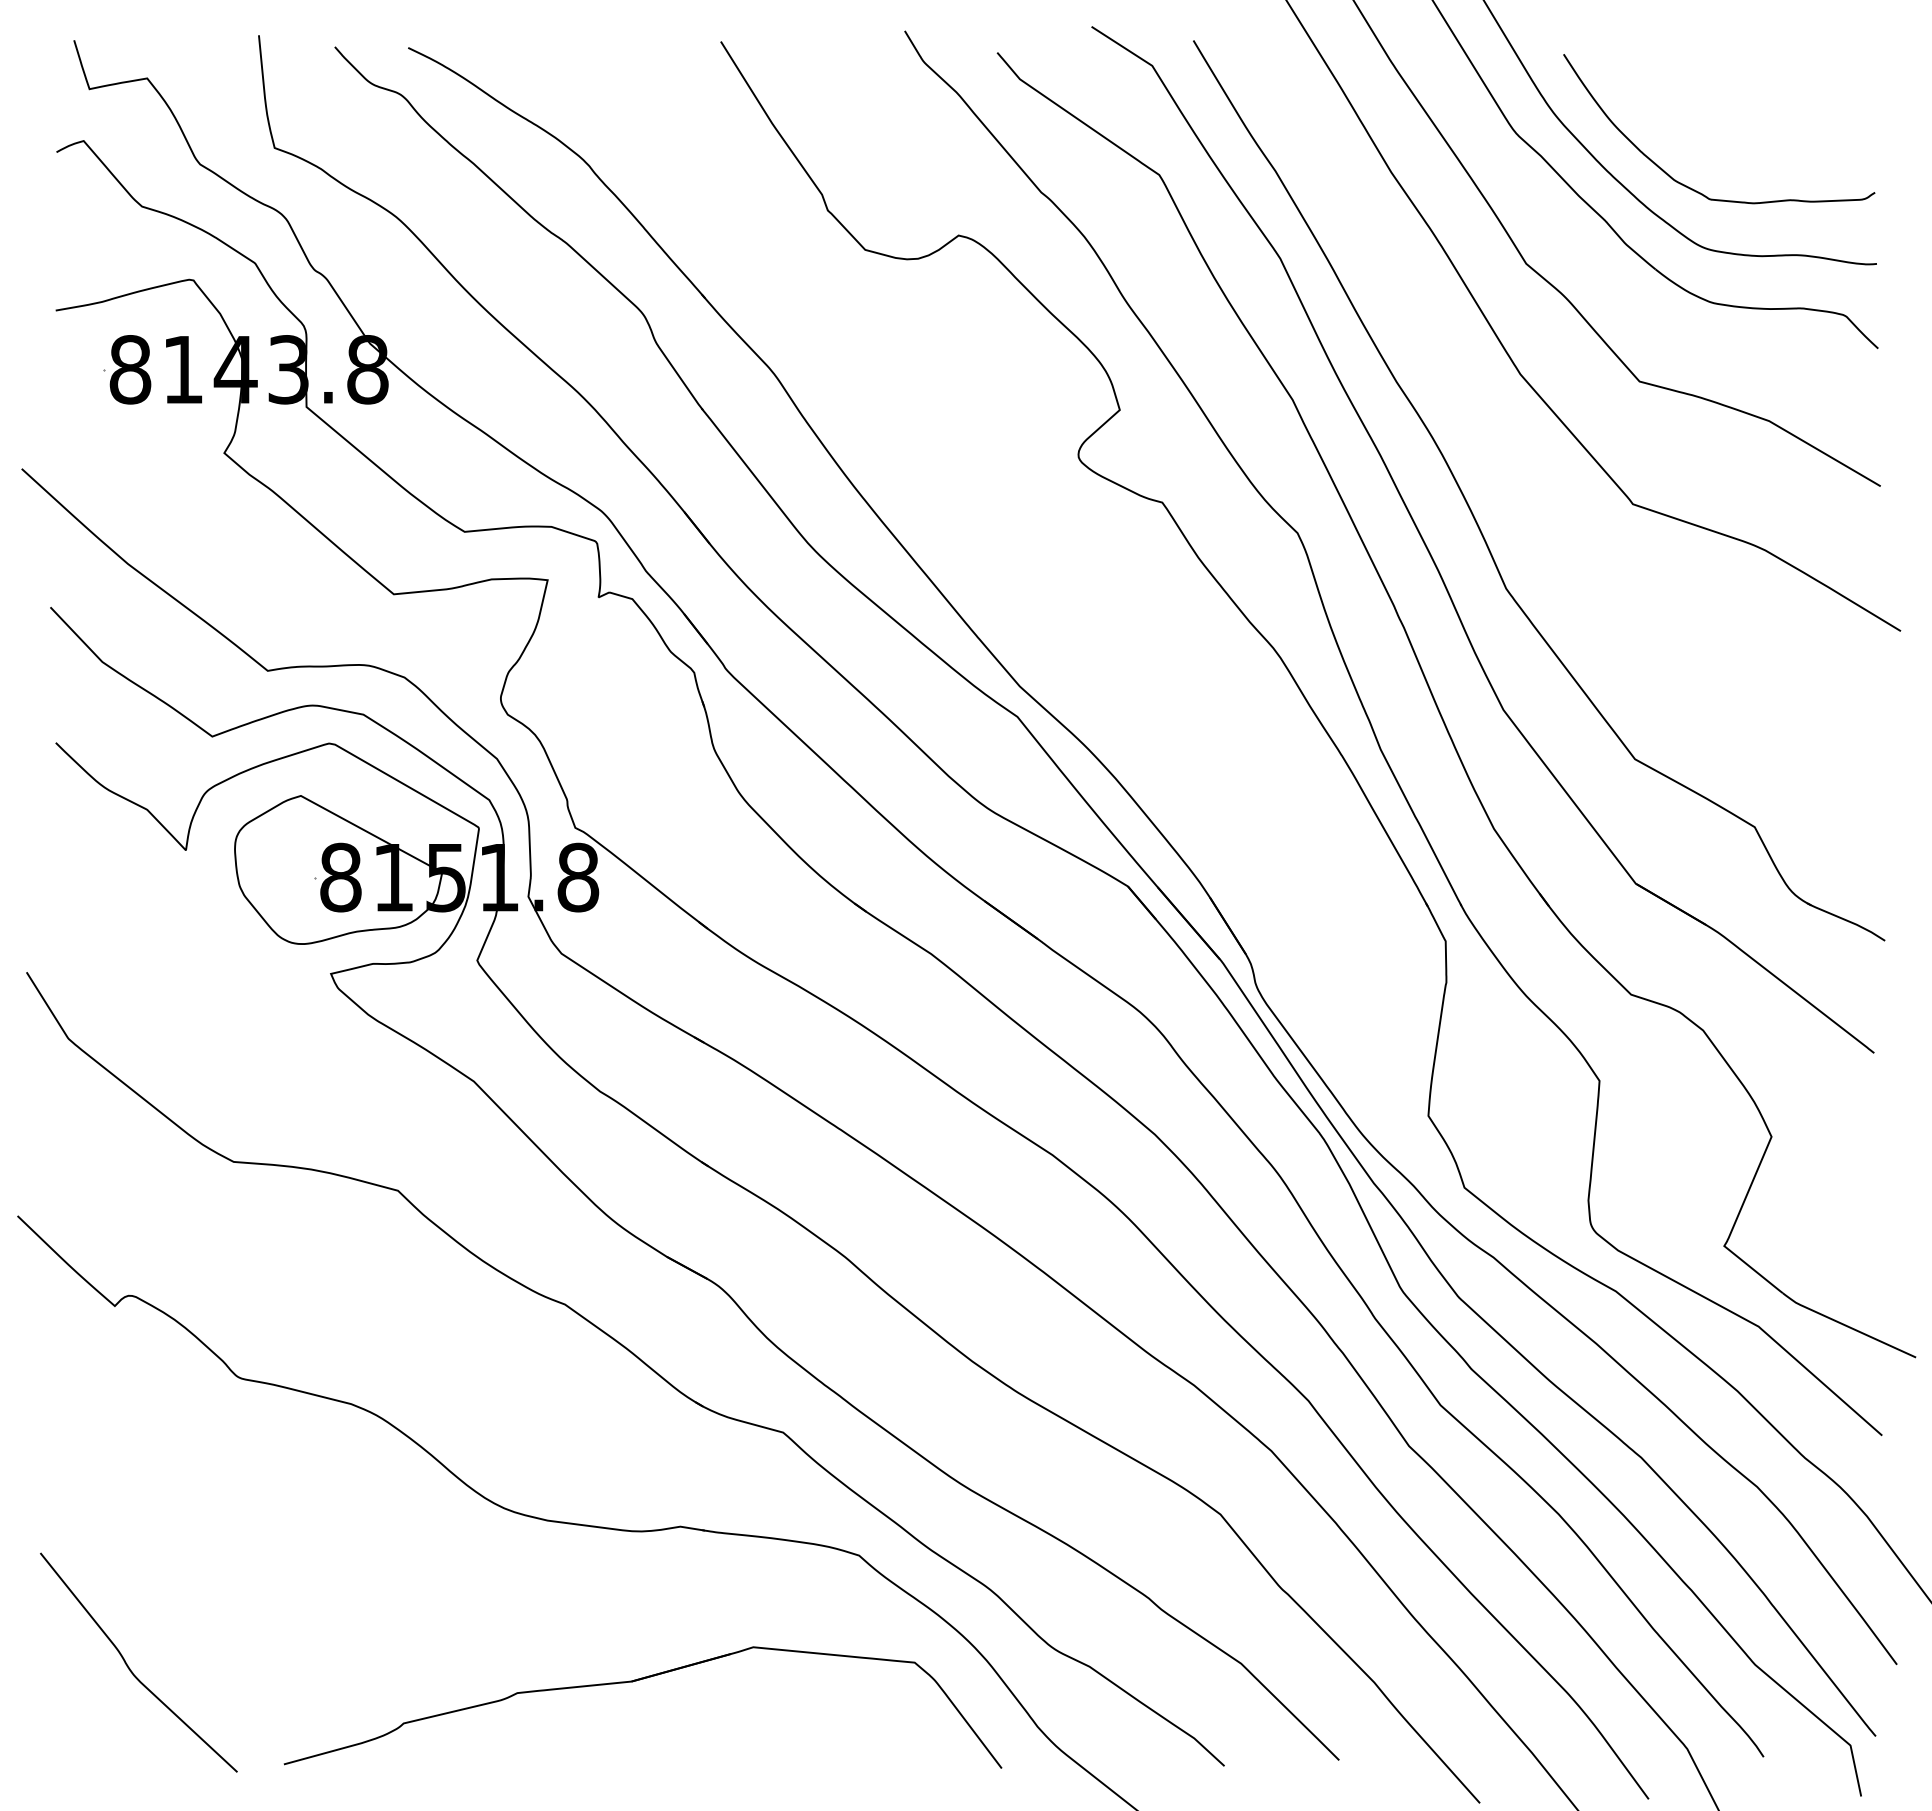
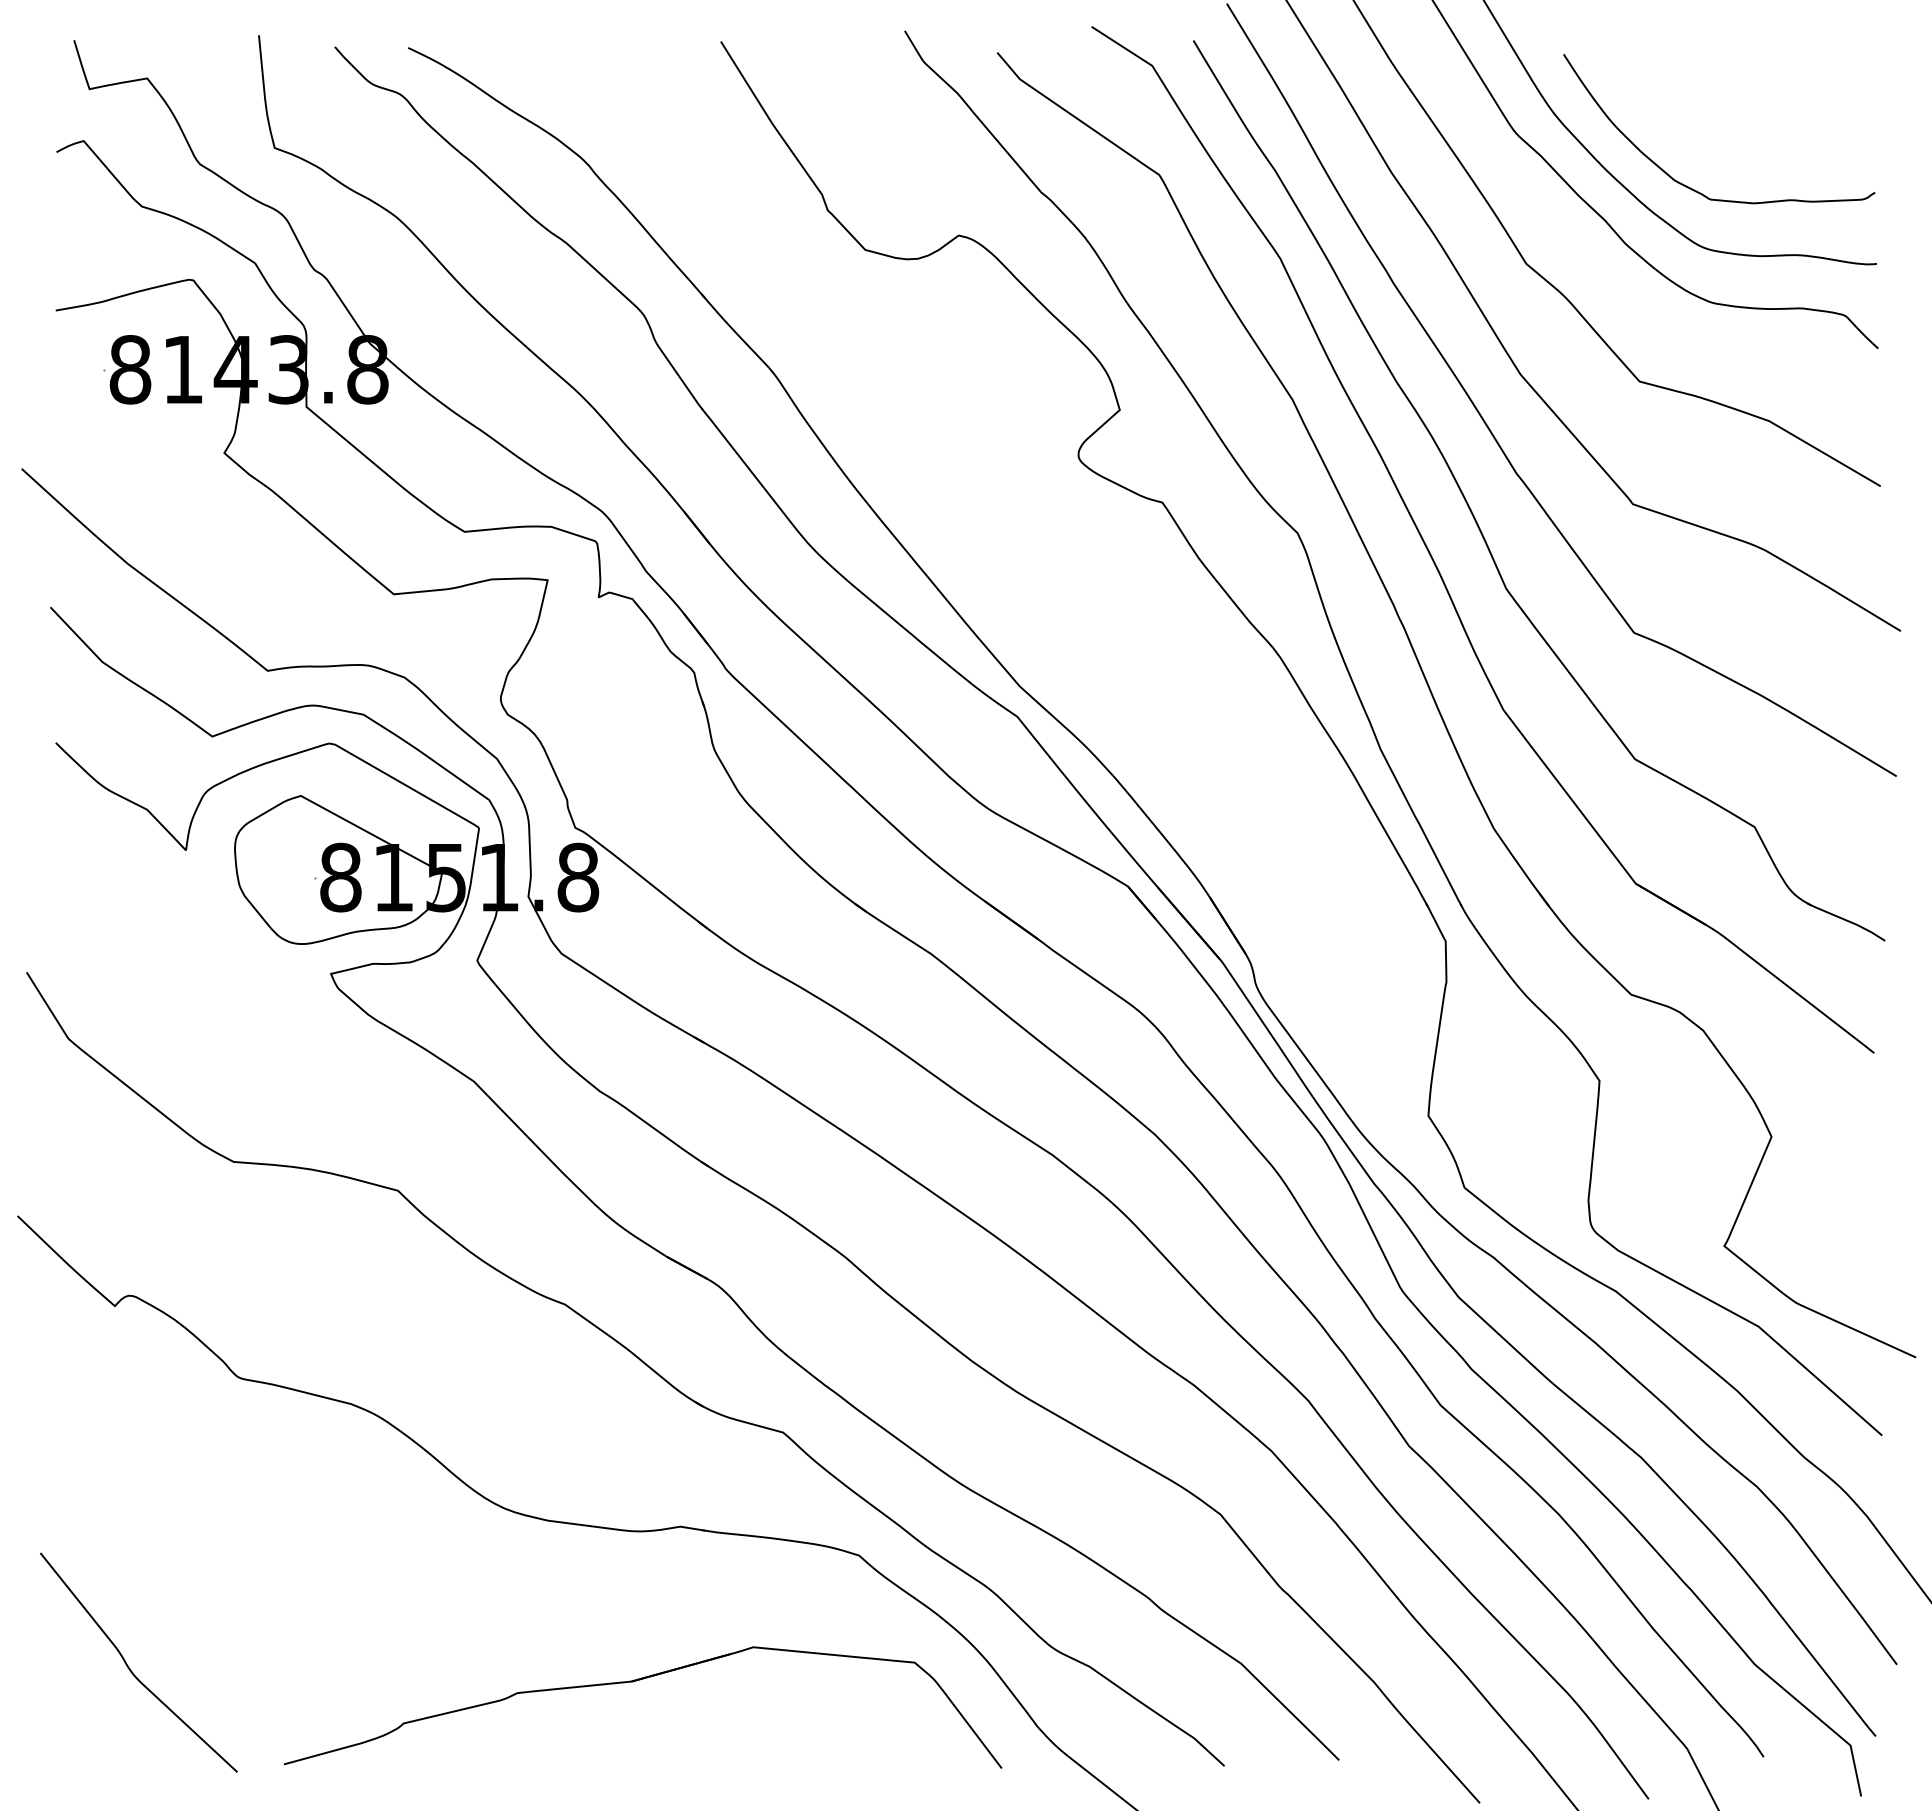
curve at (1494, 435): none -> present
